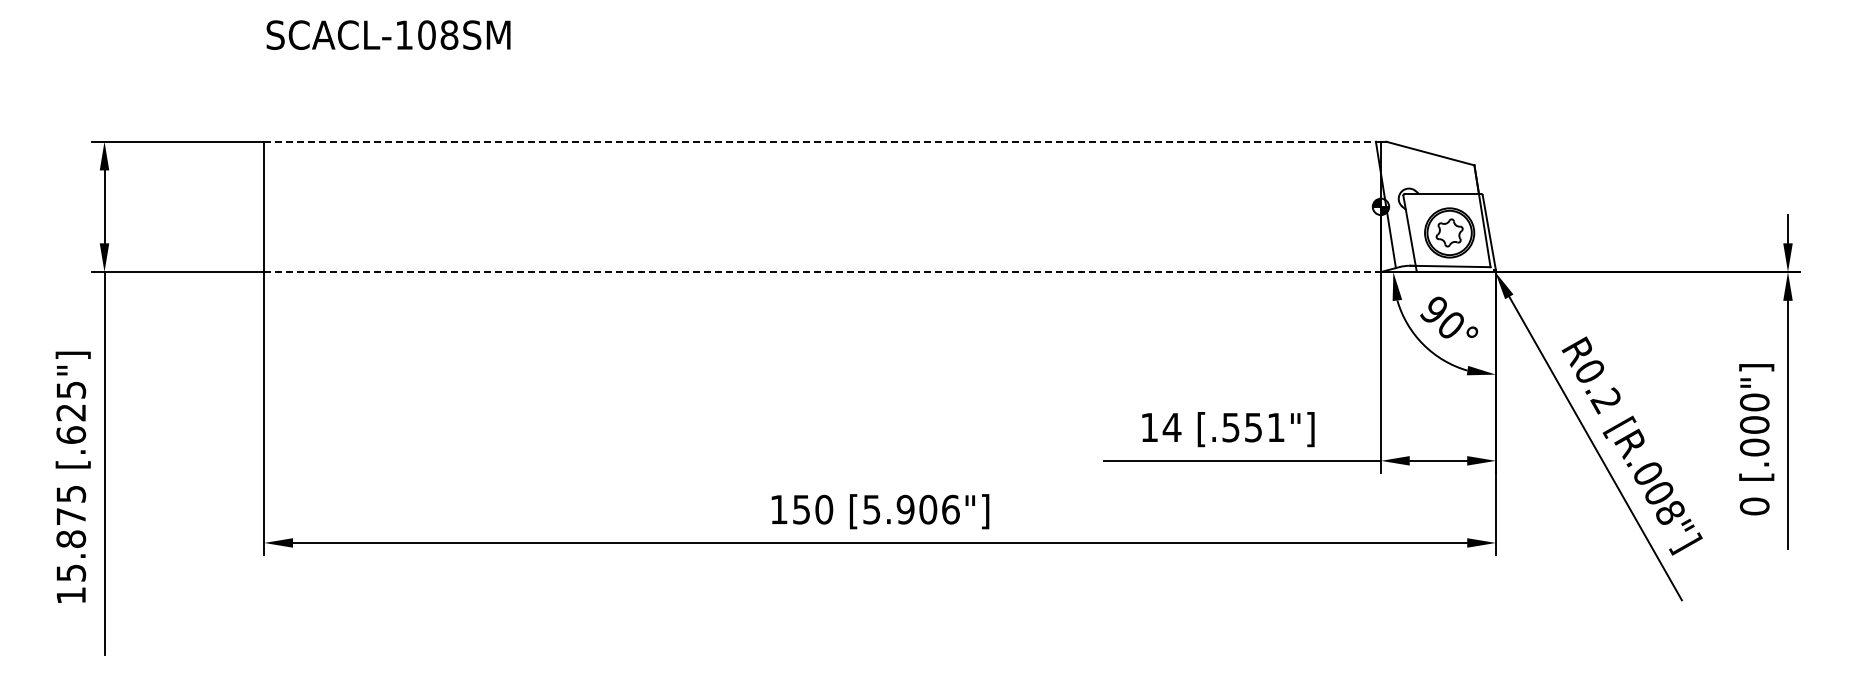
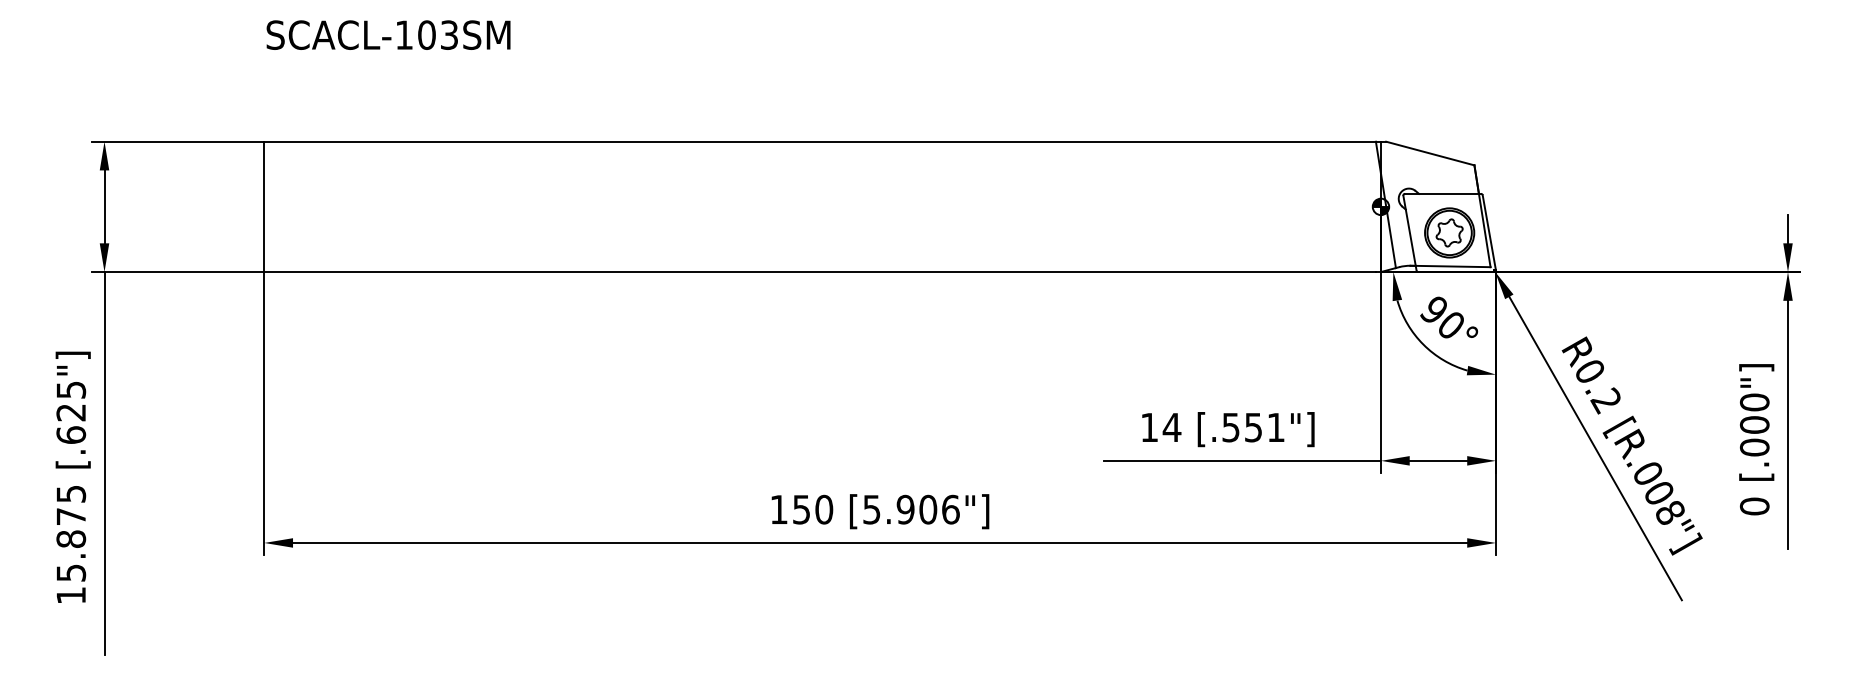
text at (449, 34): SCACL-108SM -> SCACL-103SM
line at (820, 141): dashed -> solid
line at (820, 272): dashed -> solid
